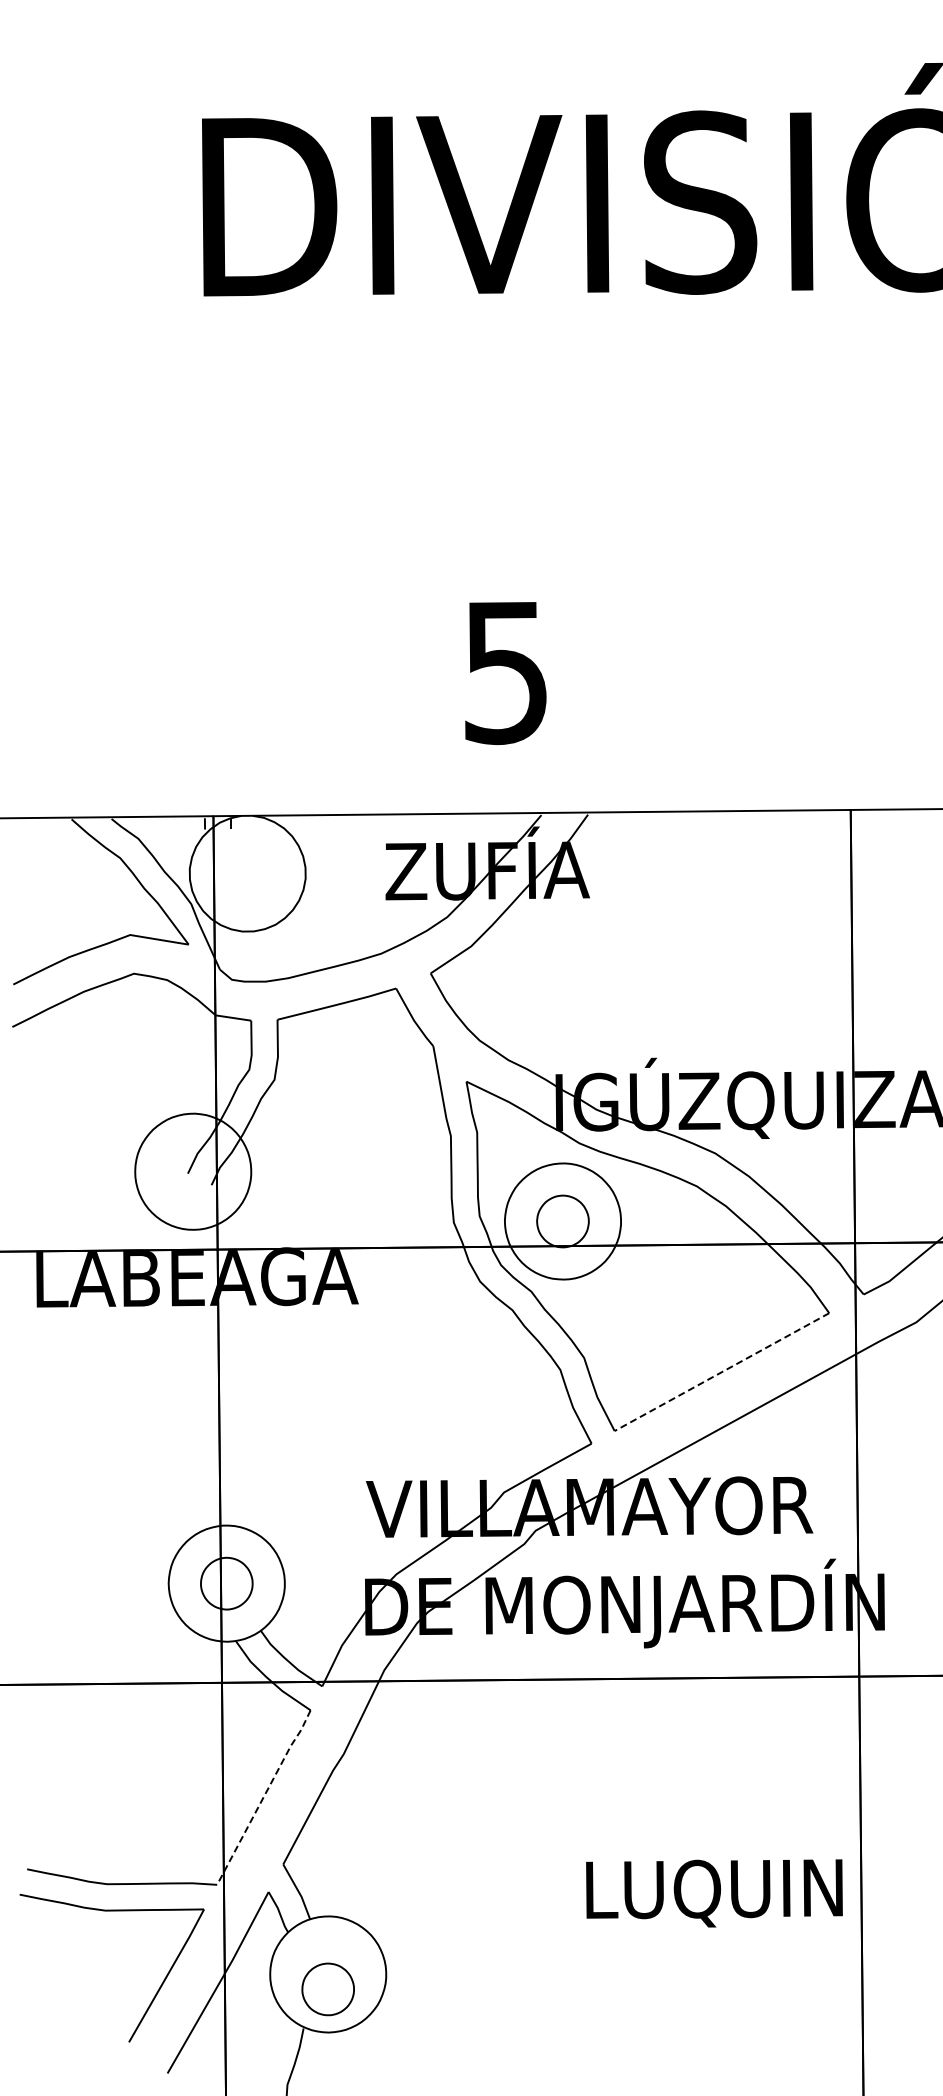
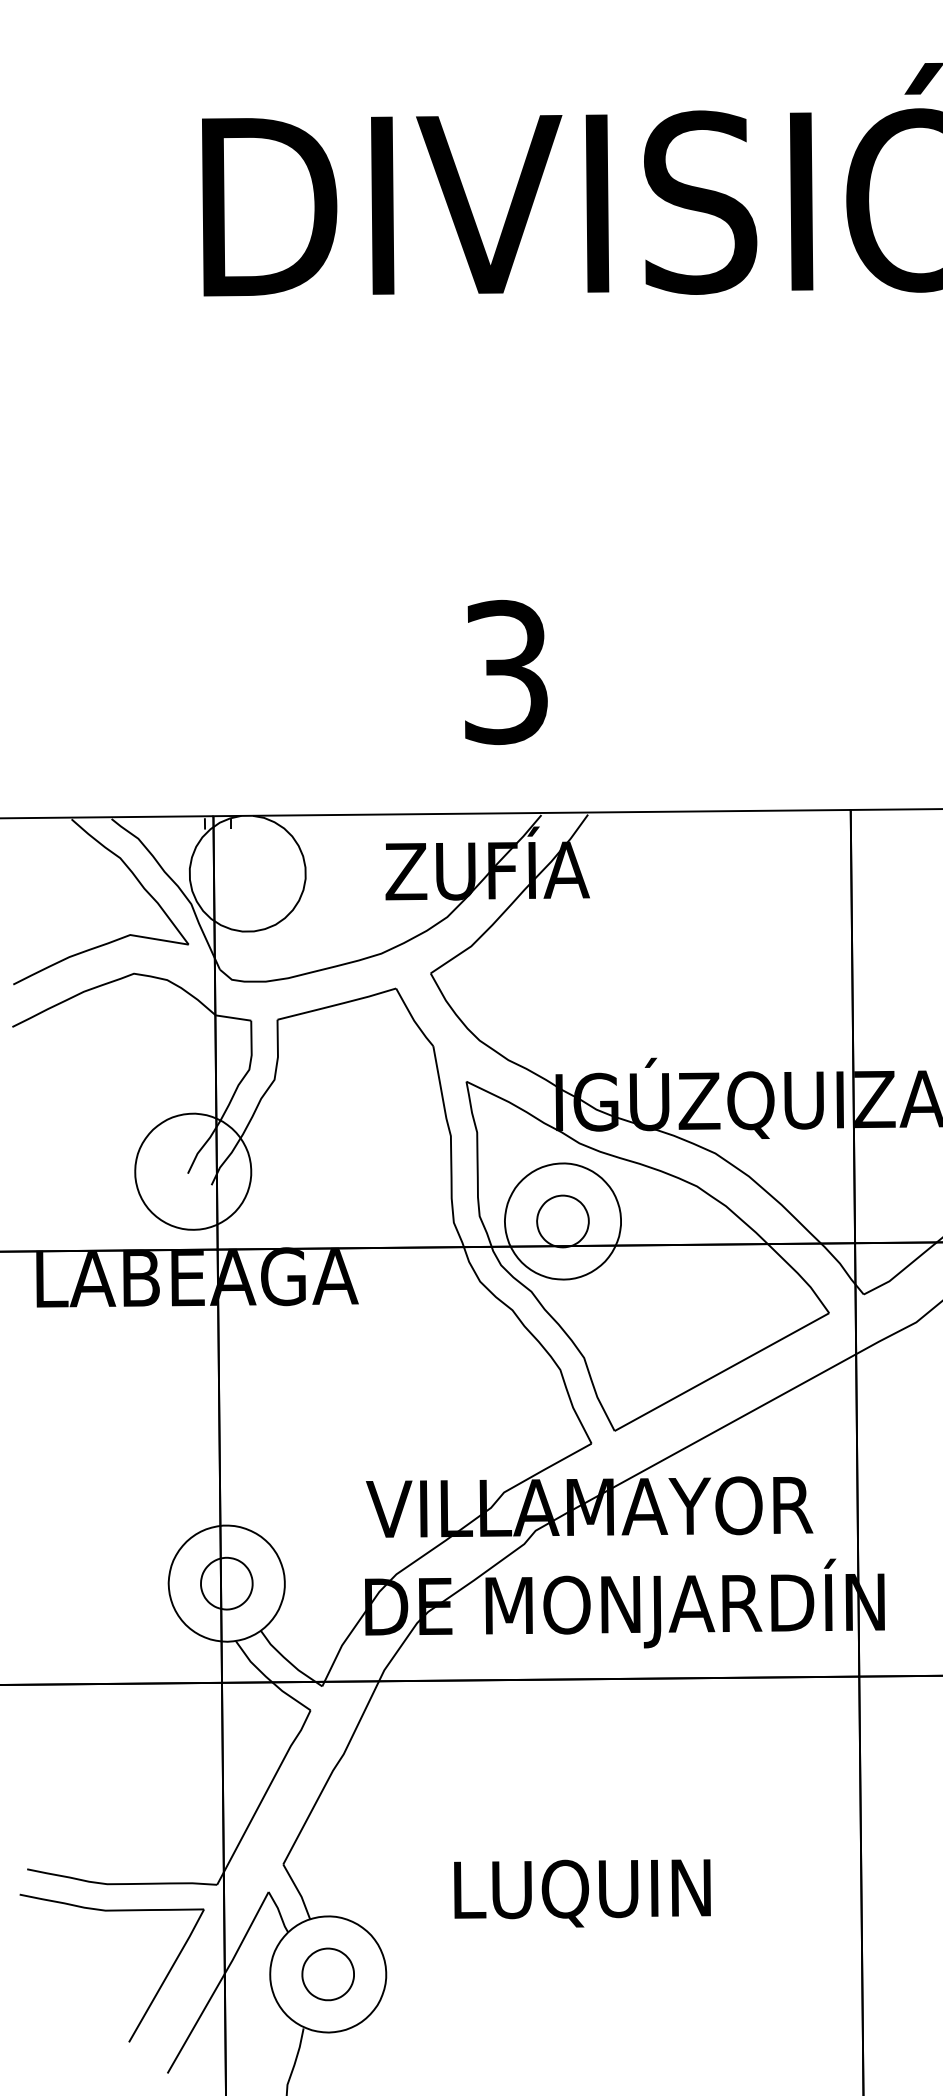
text at (506, 671): 5 -> 3
line at (721, 1372): dashed -> solid
line at (263, 1796): dashed -> solid
text at (714, 1893) position: (714, 1893) -> (582, 1893)
part at (327, 1989) position: (327, 1989) -> (327, 1974)
